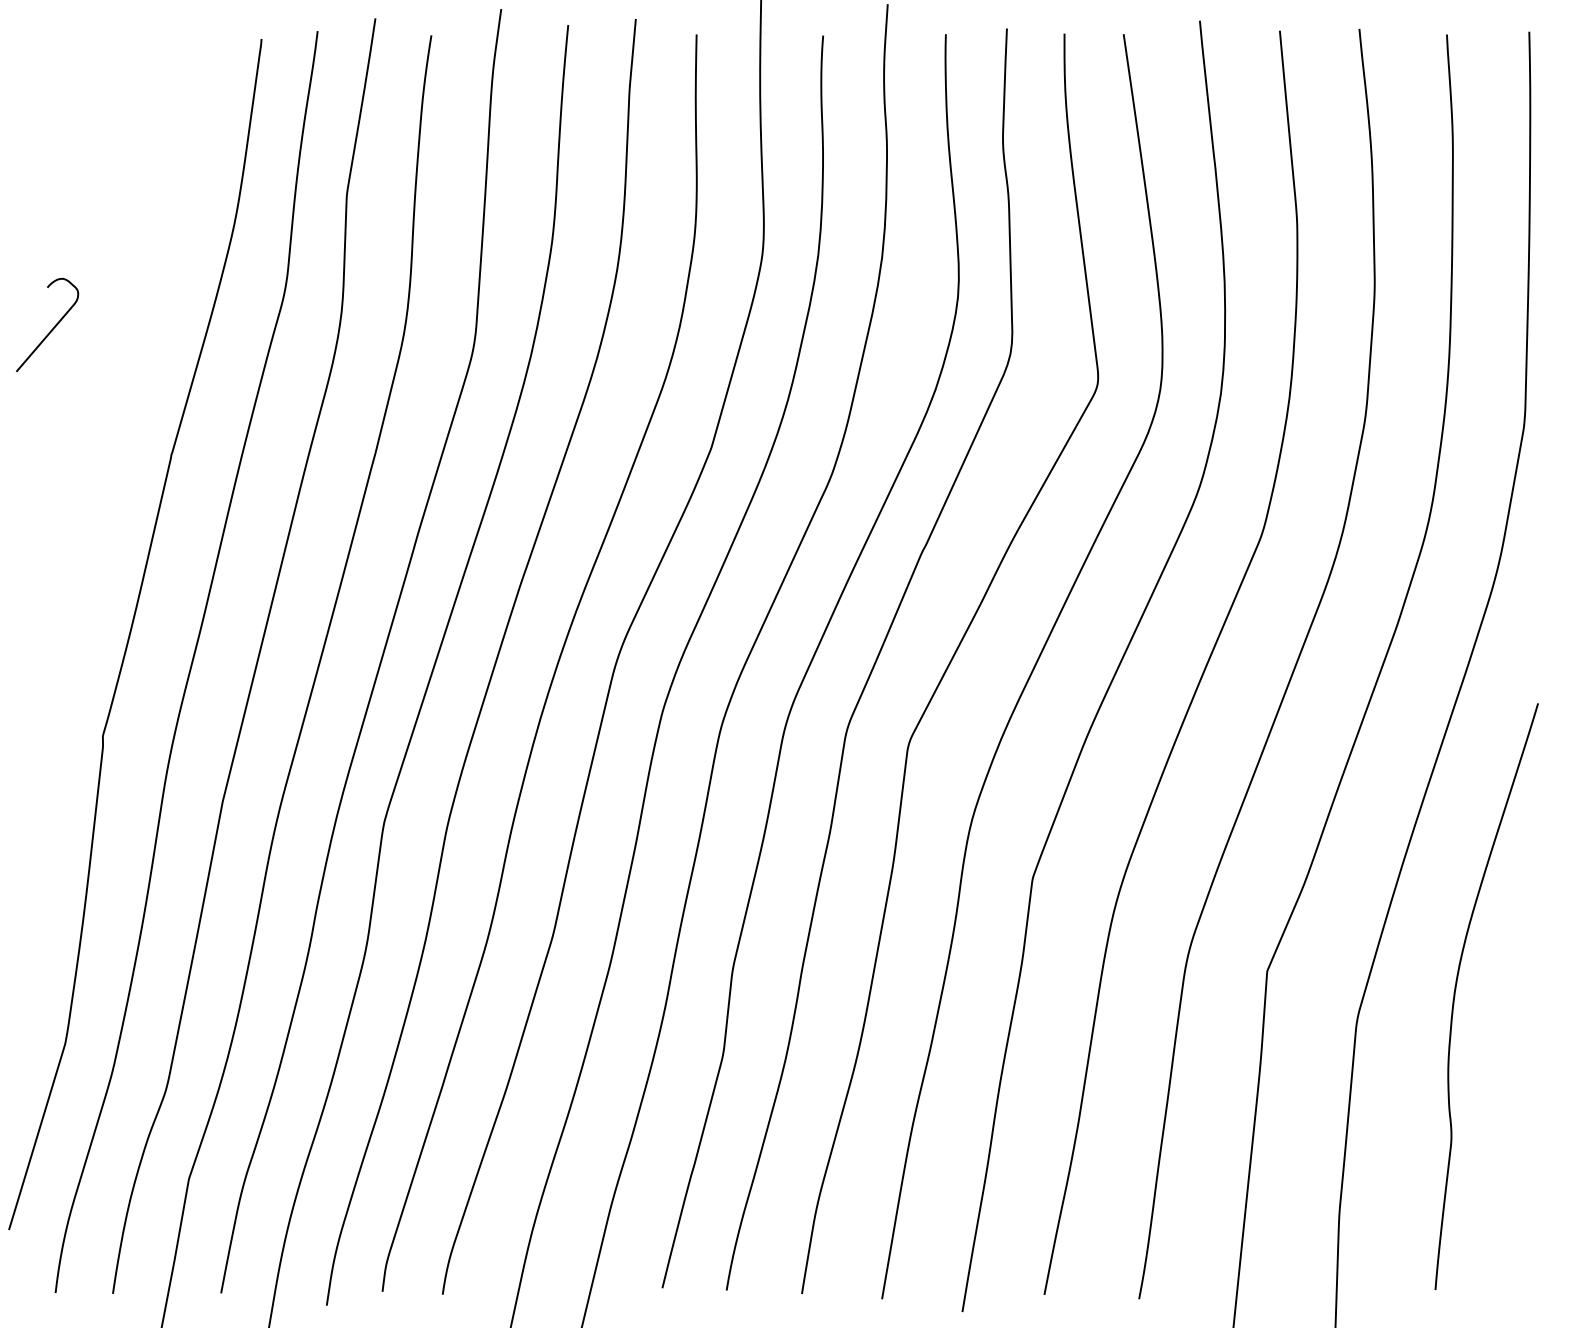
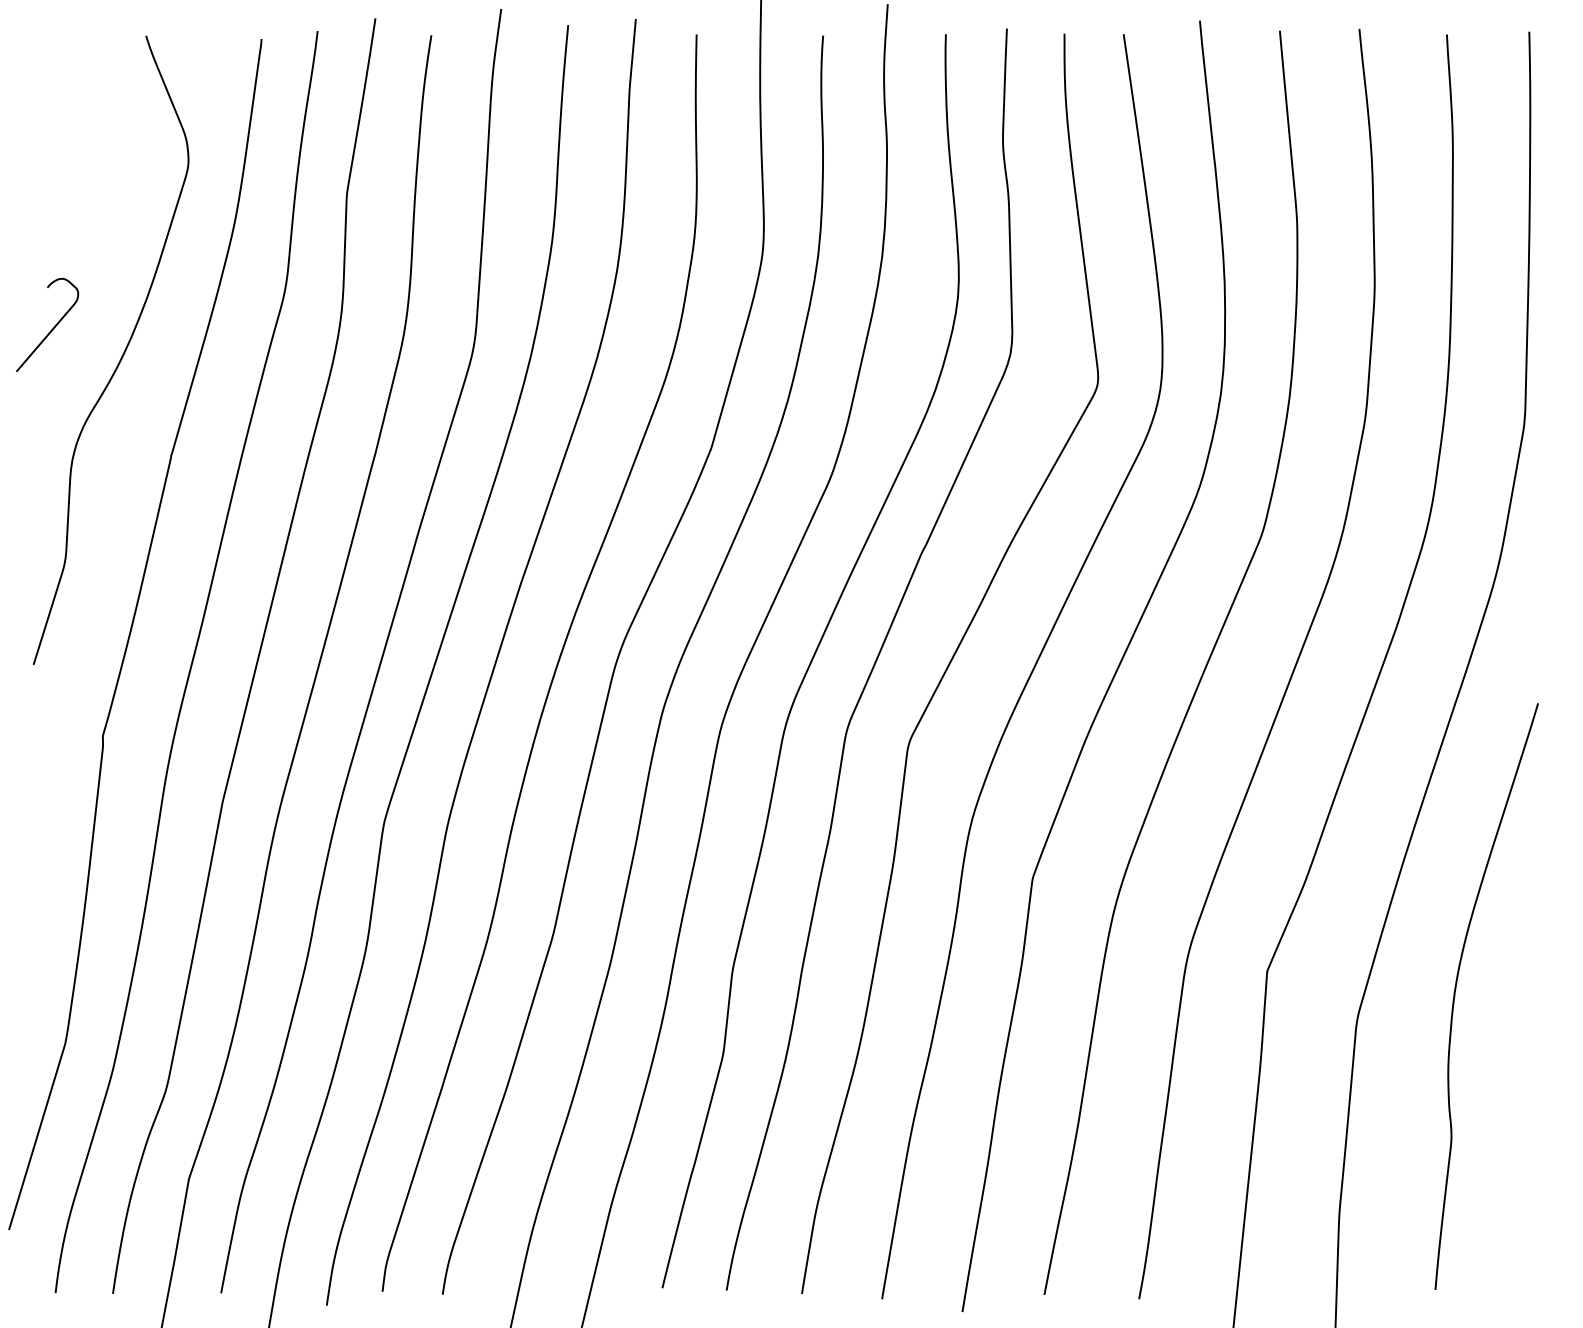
curve at (122, 354): none -> present
